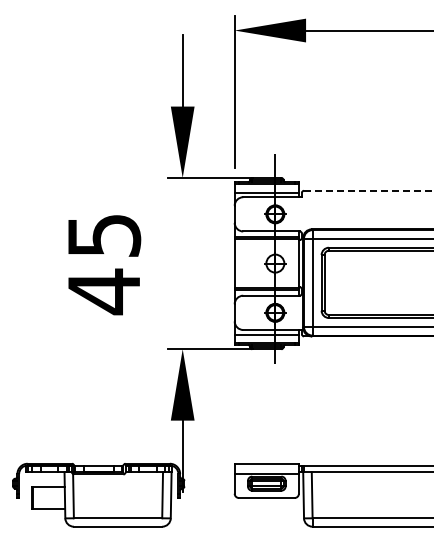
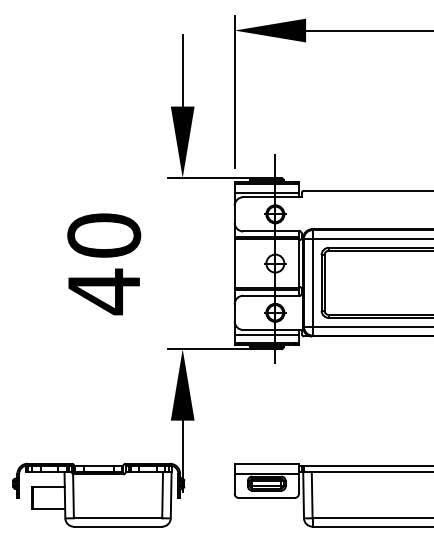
line at (369, 190): dashed -> solid
text at (104, 235): 45 -> 40
